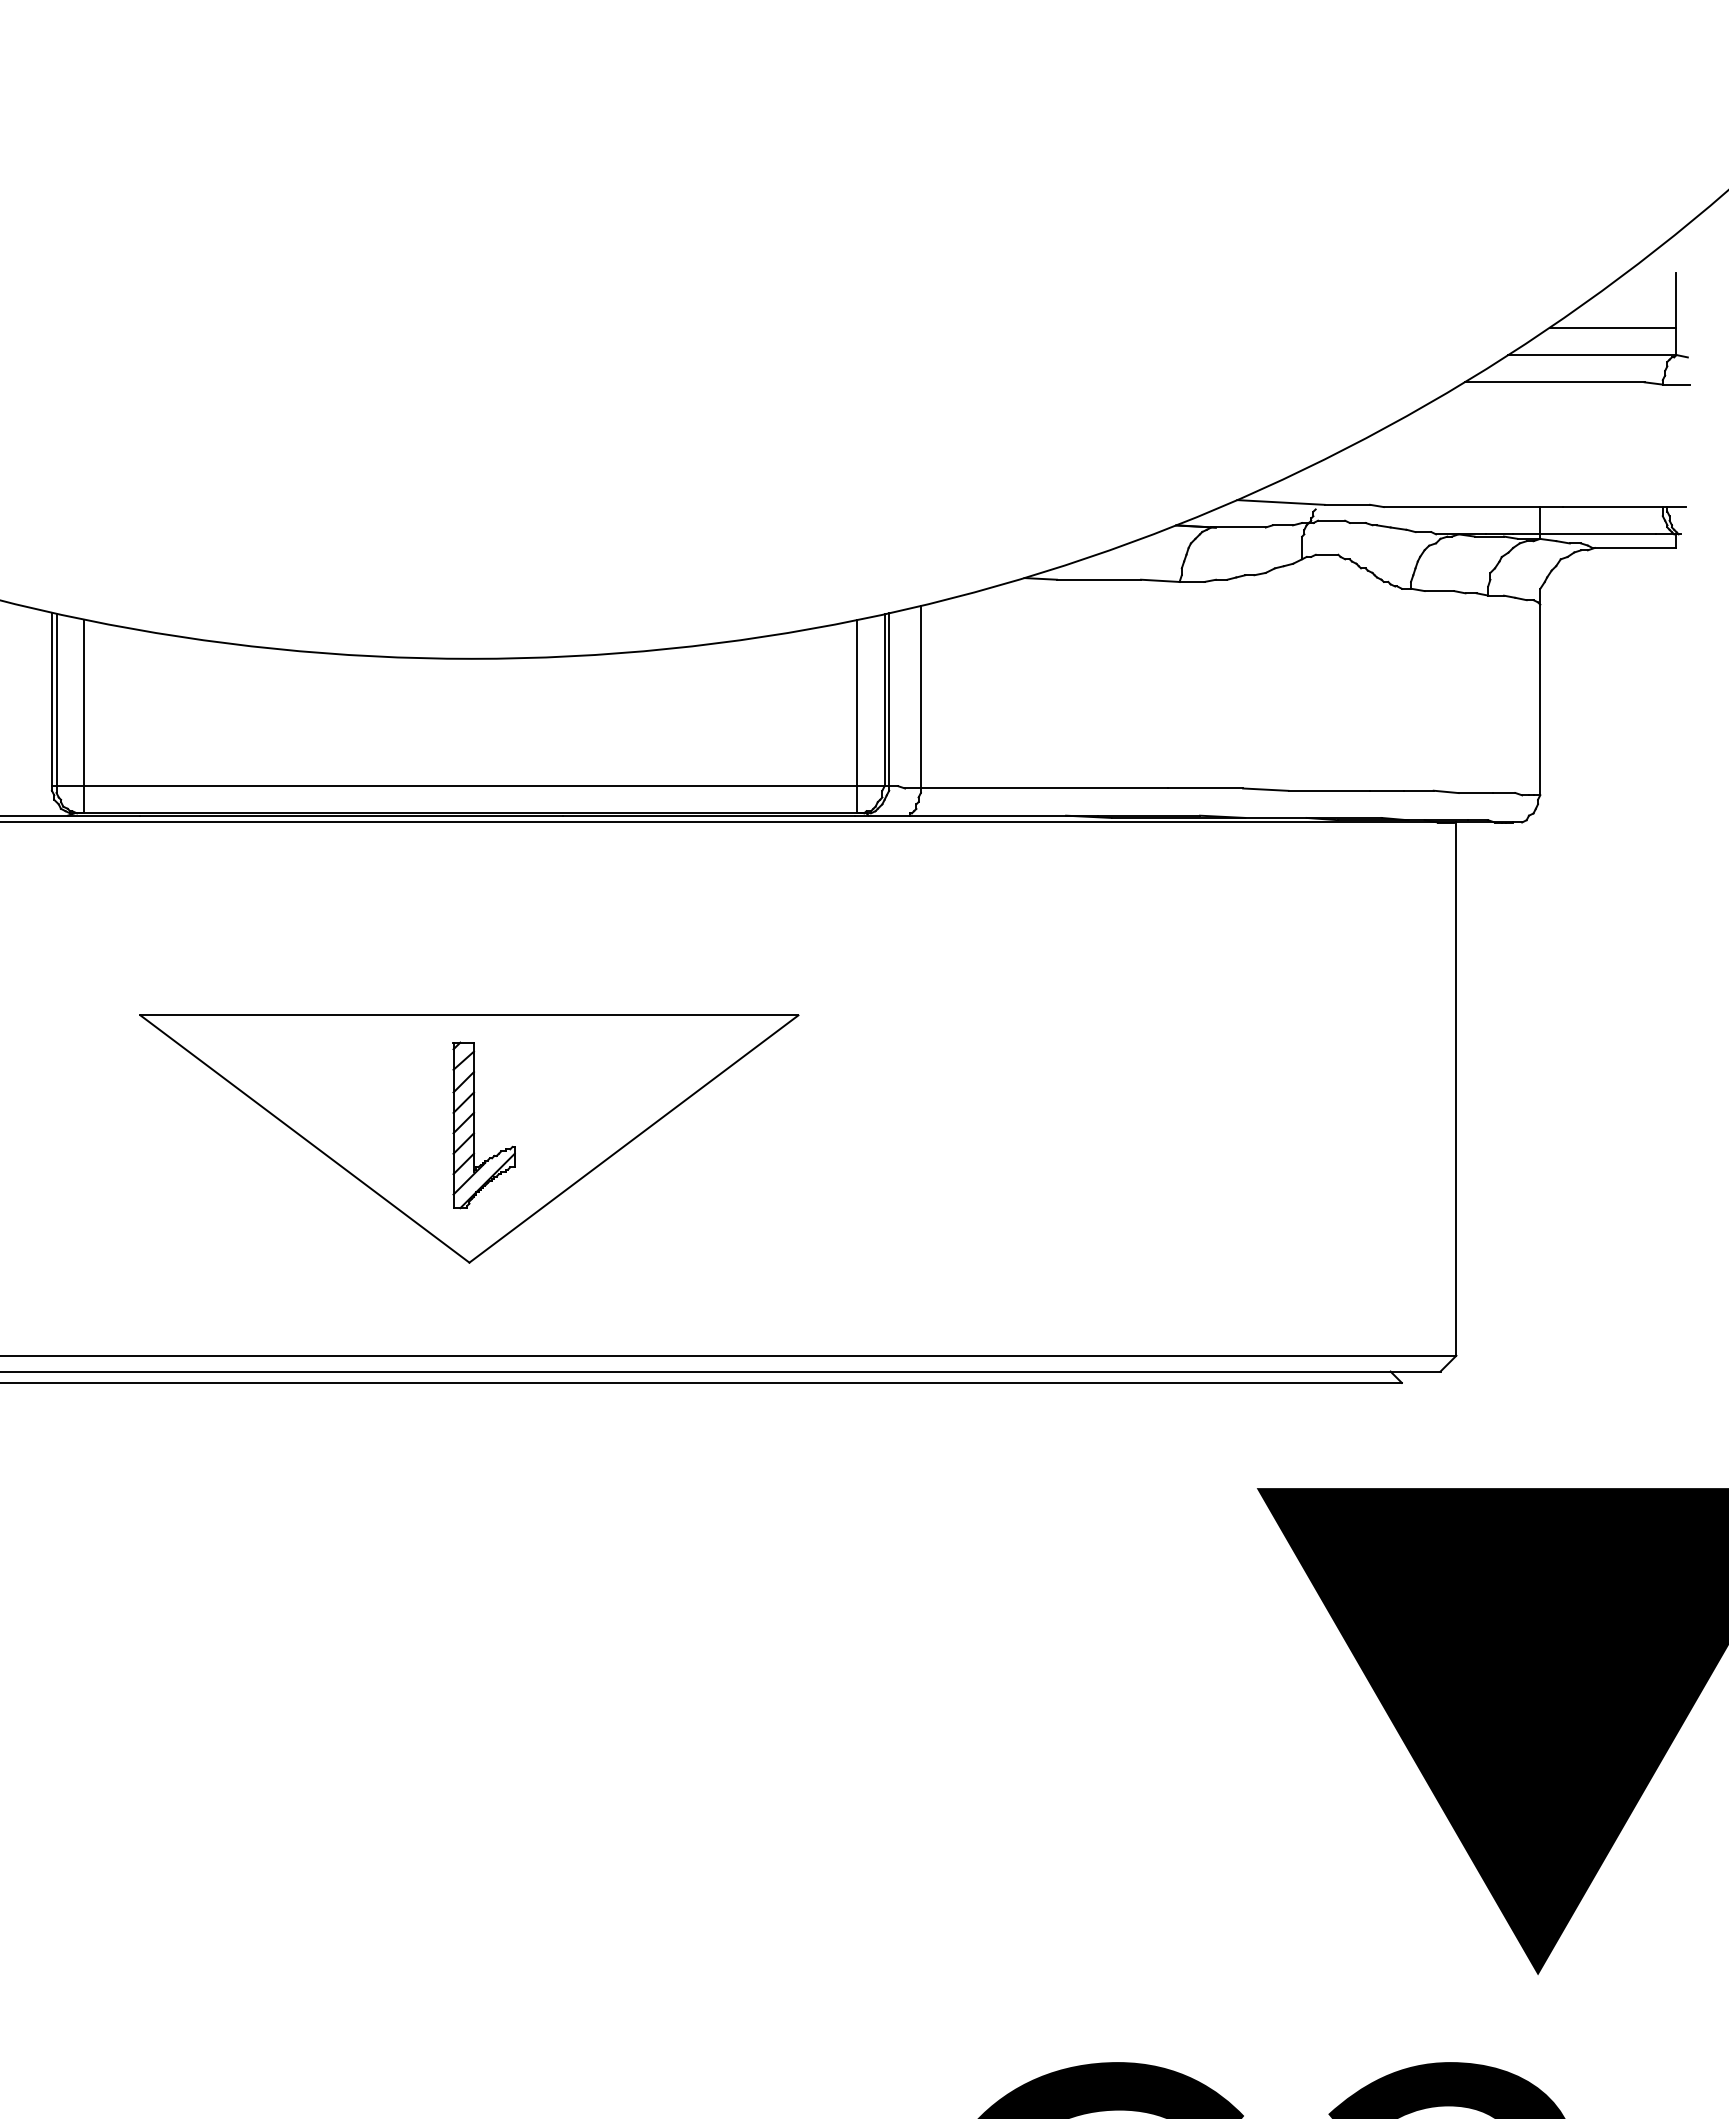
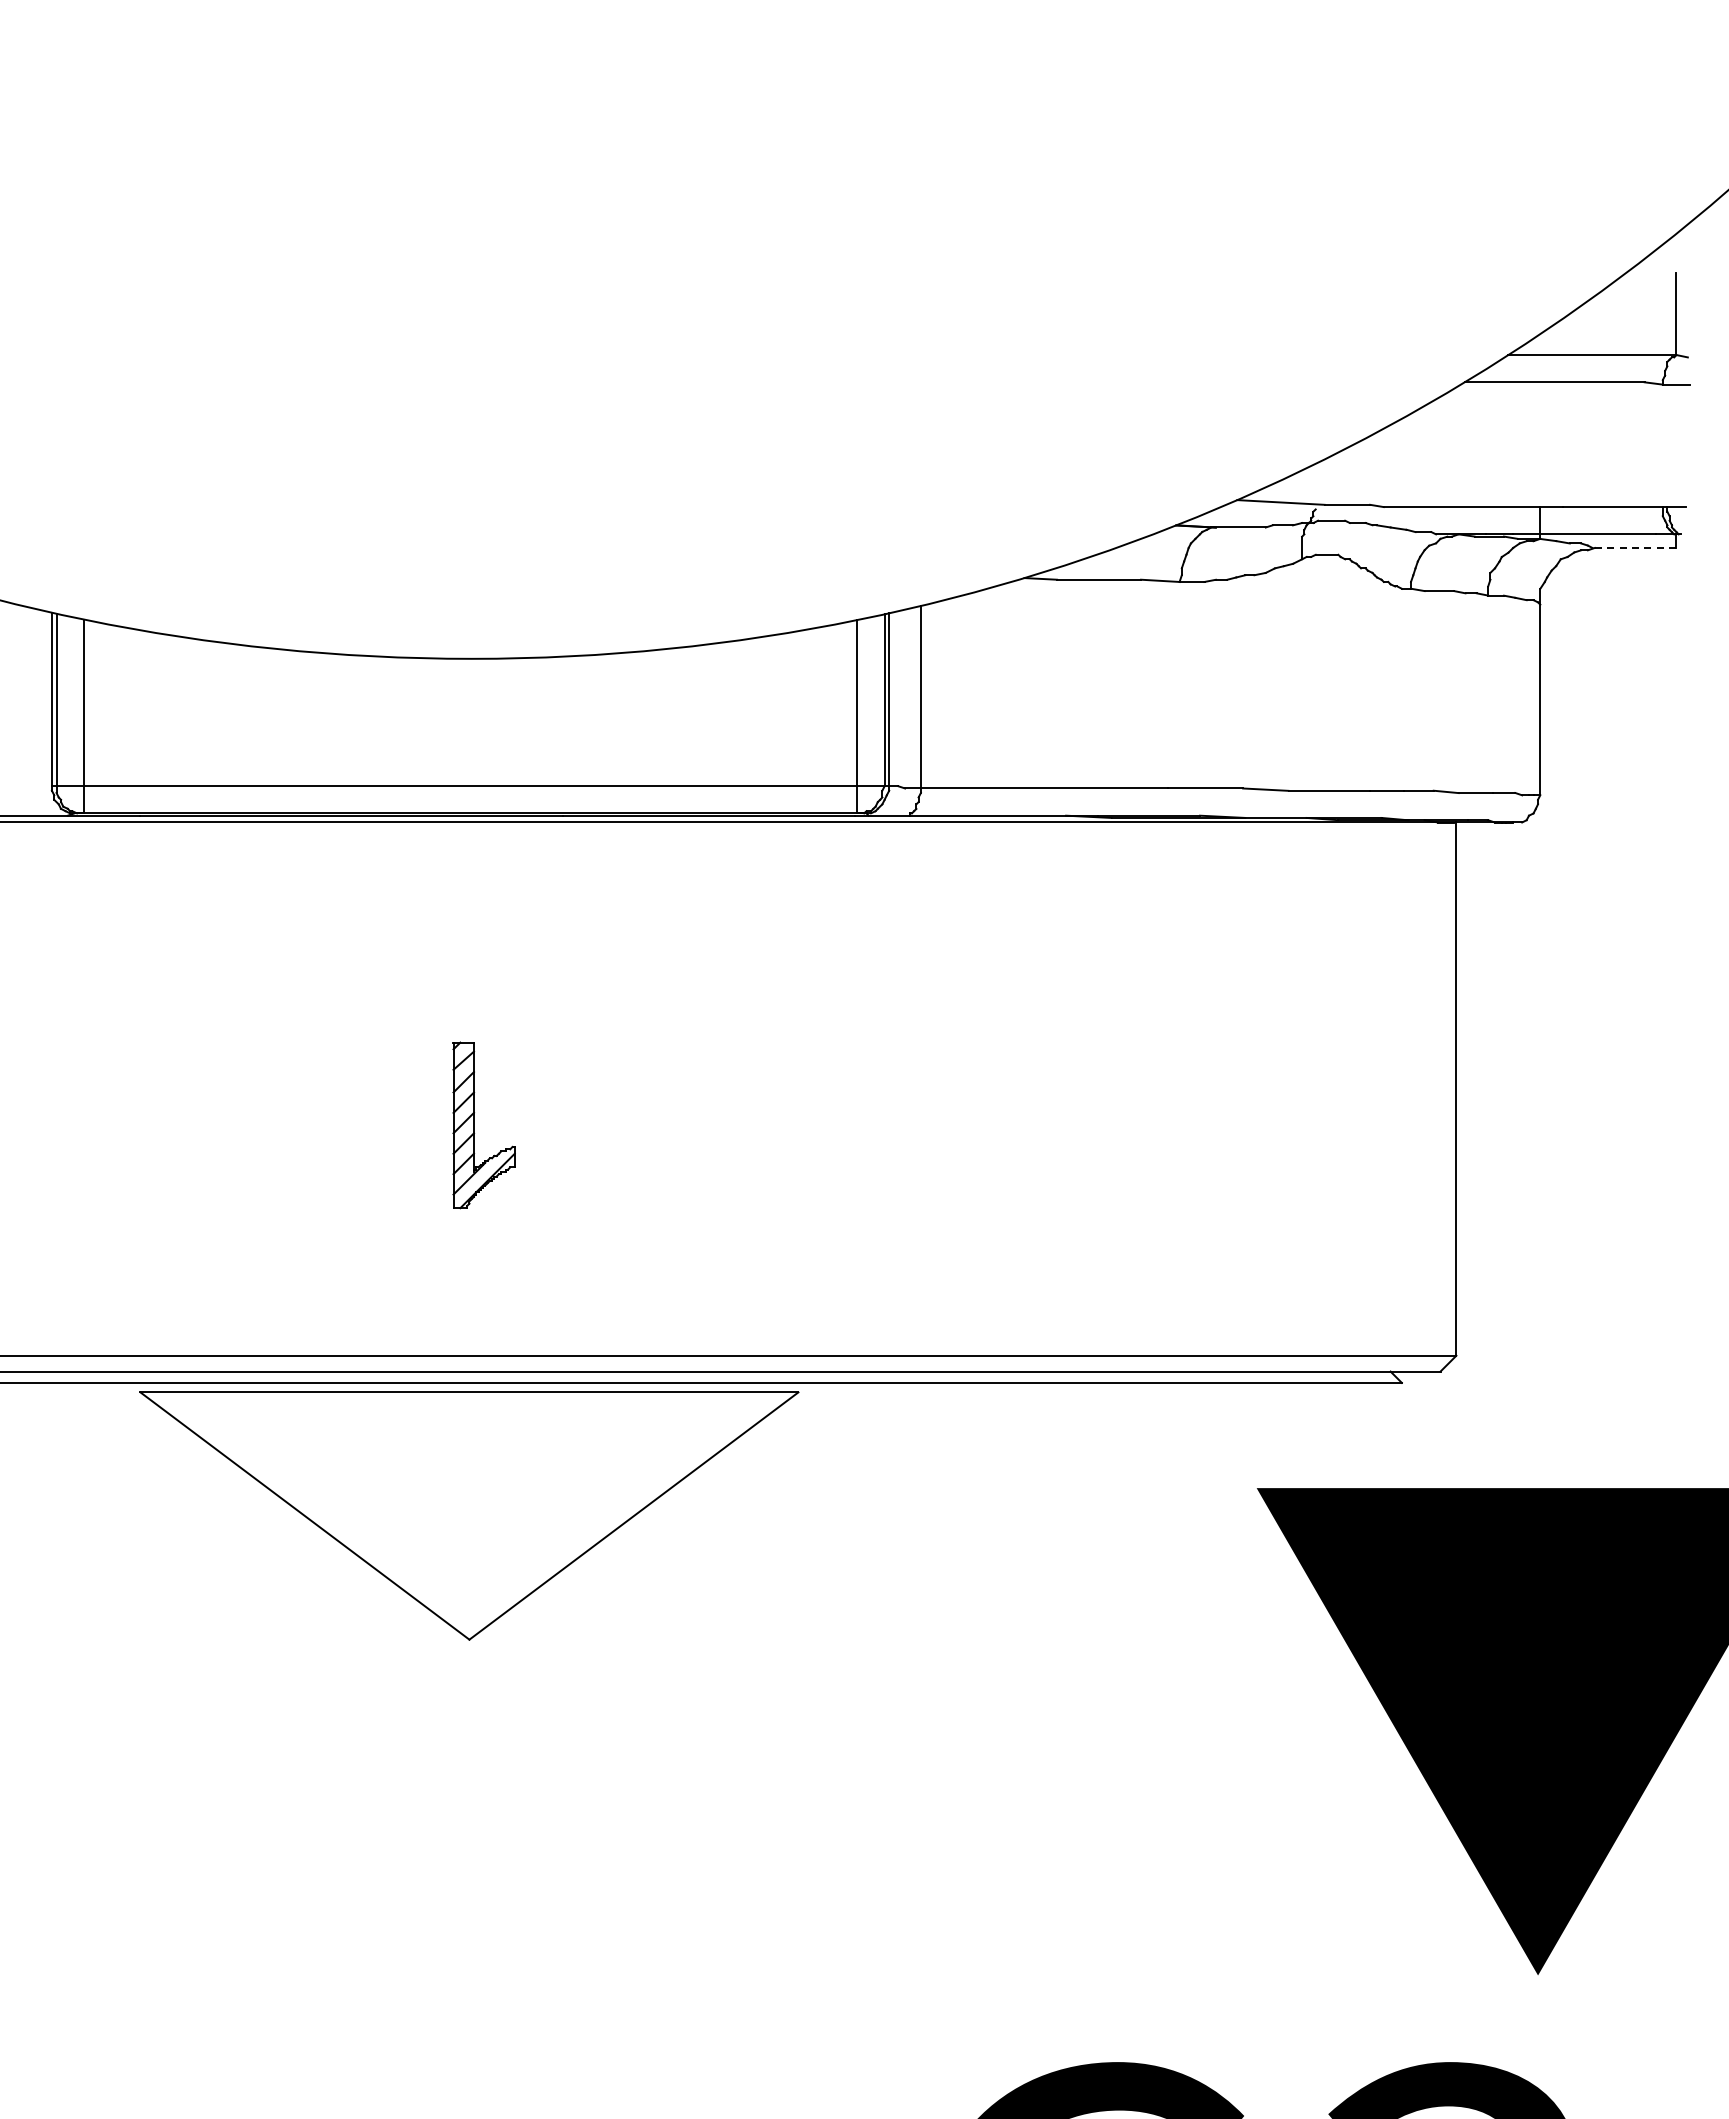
line at (1612, 327): present -> none
line at (1634, 547): solid -> dashed
part at (469, 1138) position: (469, 1138) -> (469, 1515)
